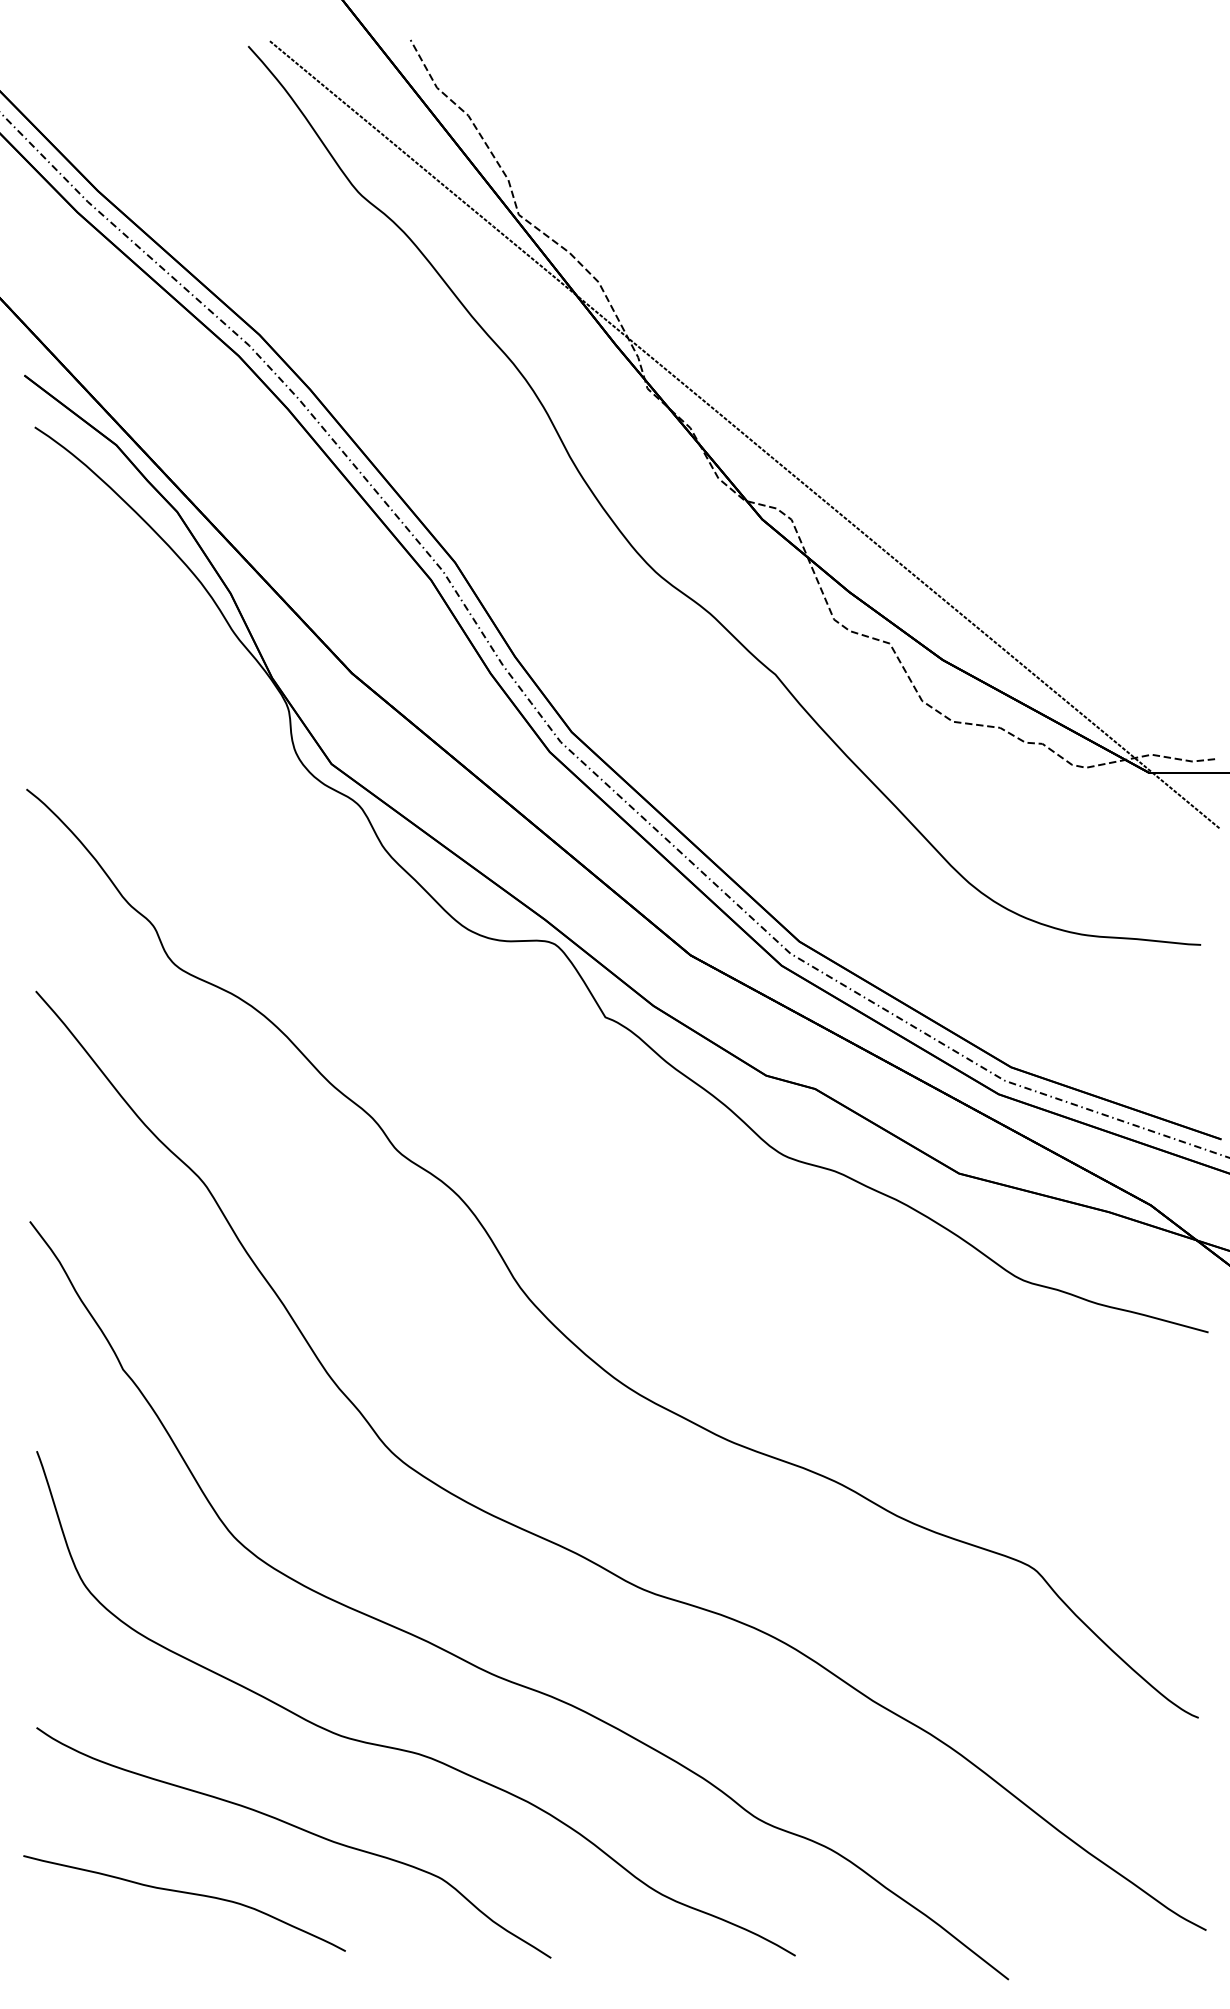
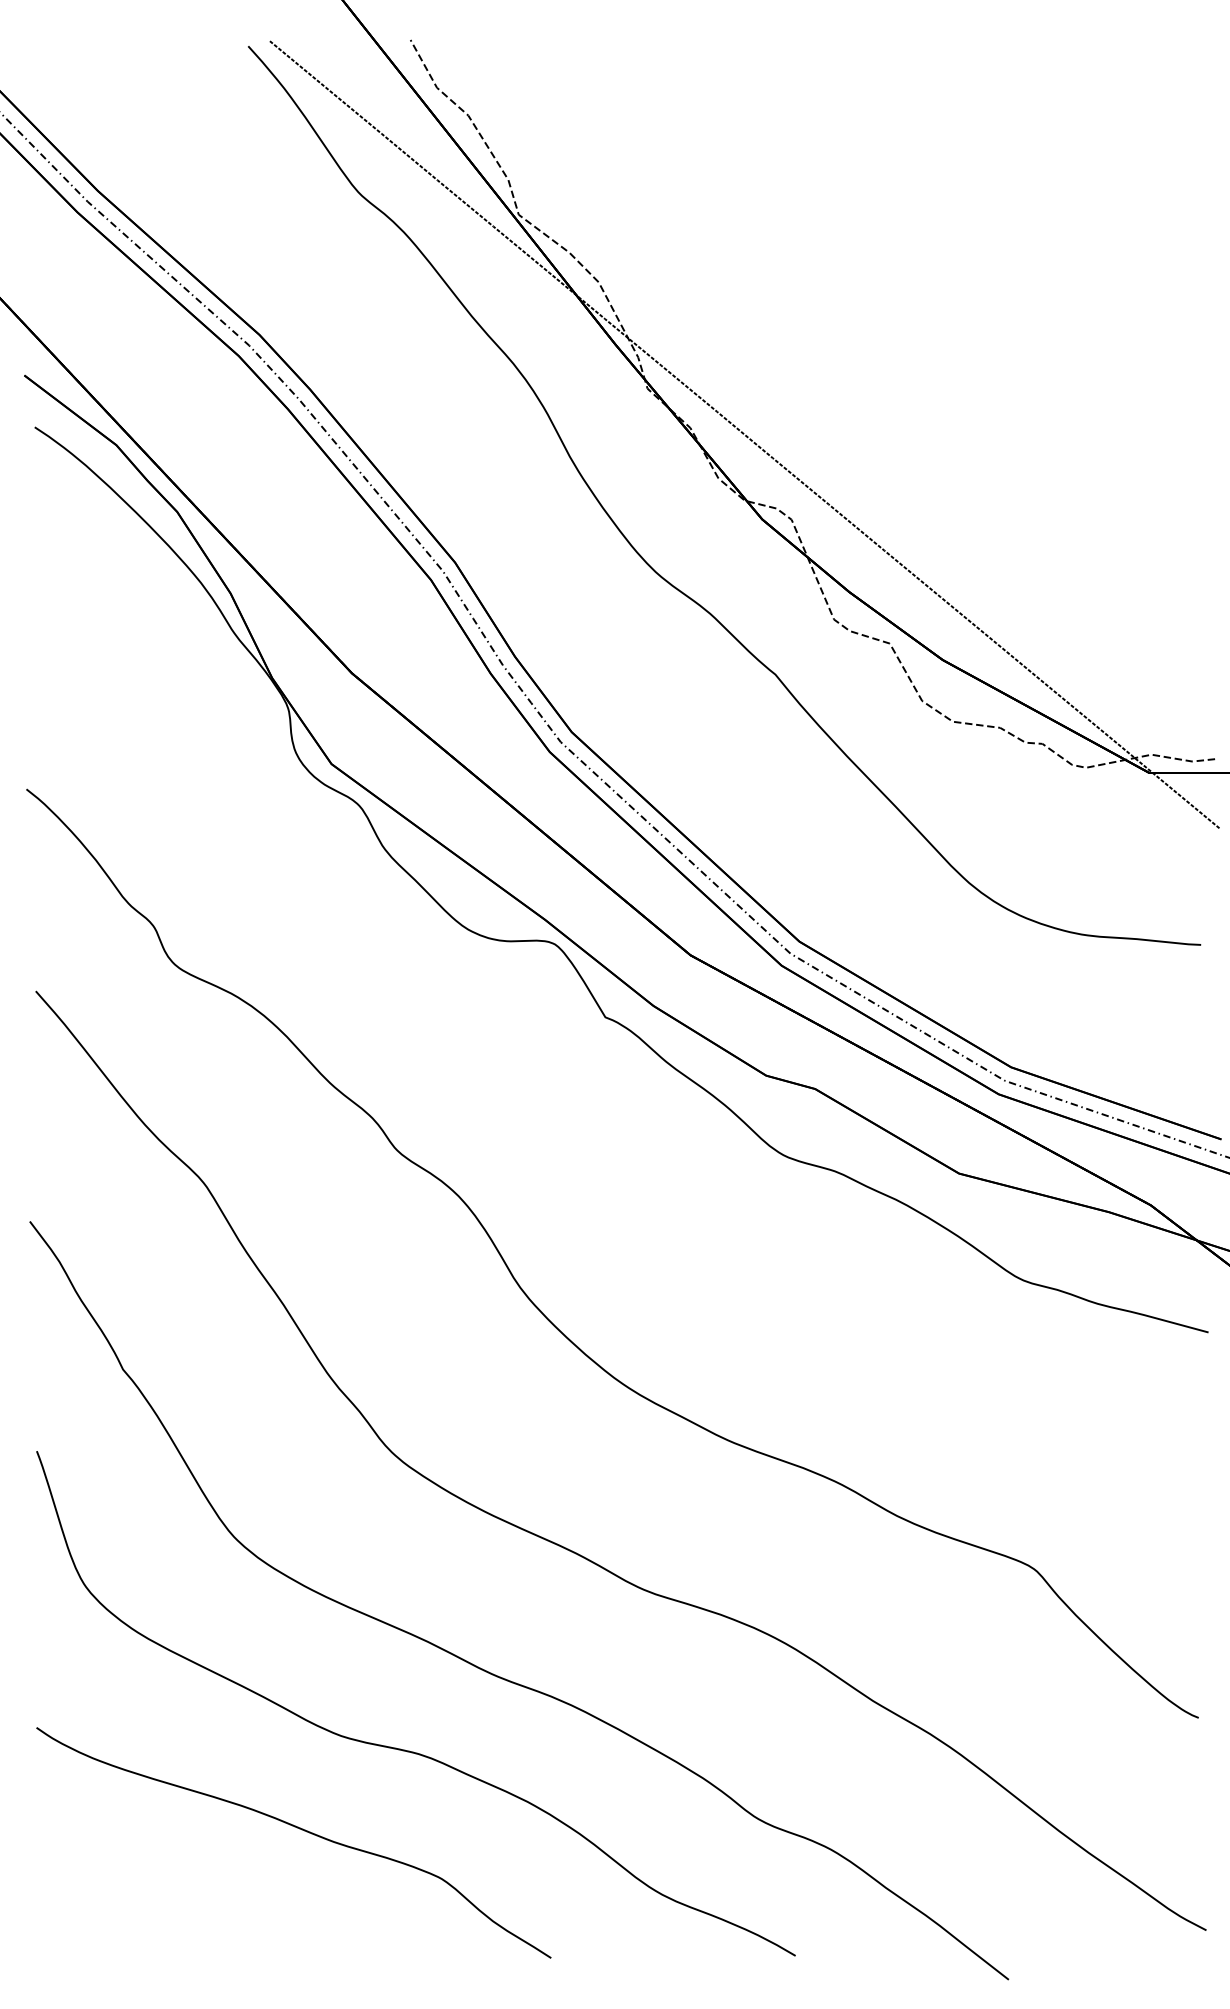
part at (184, 1893): present -> none
